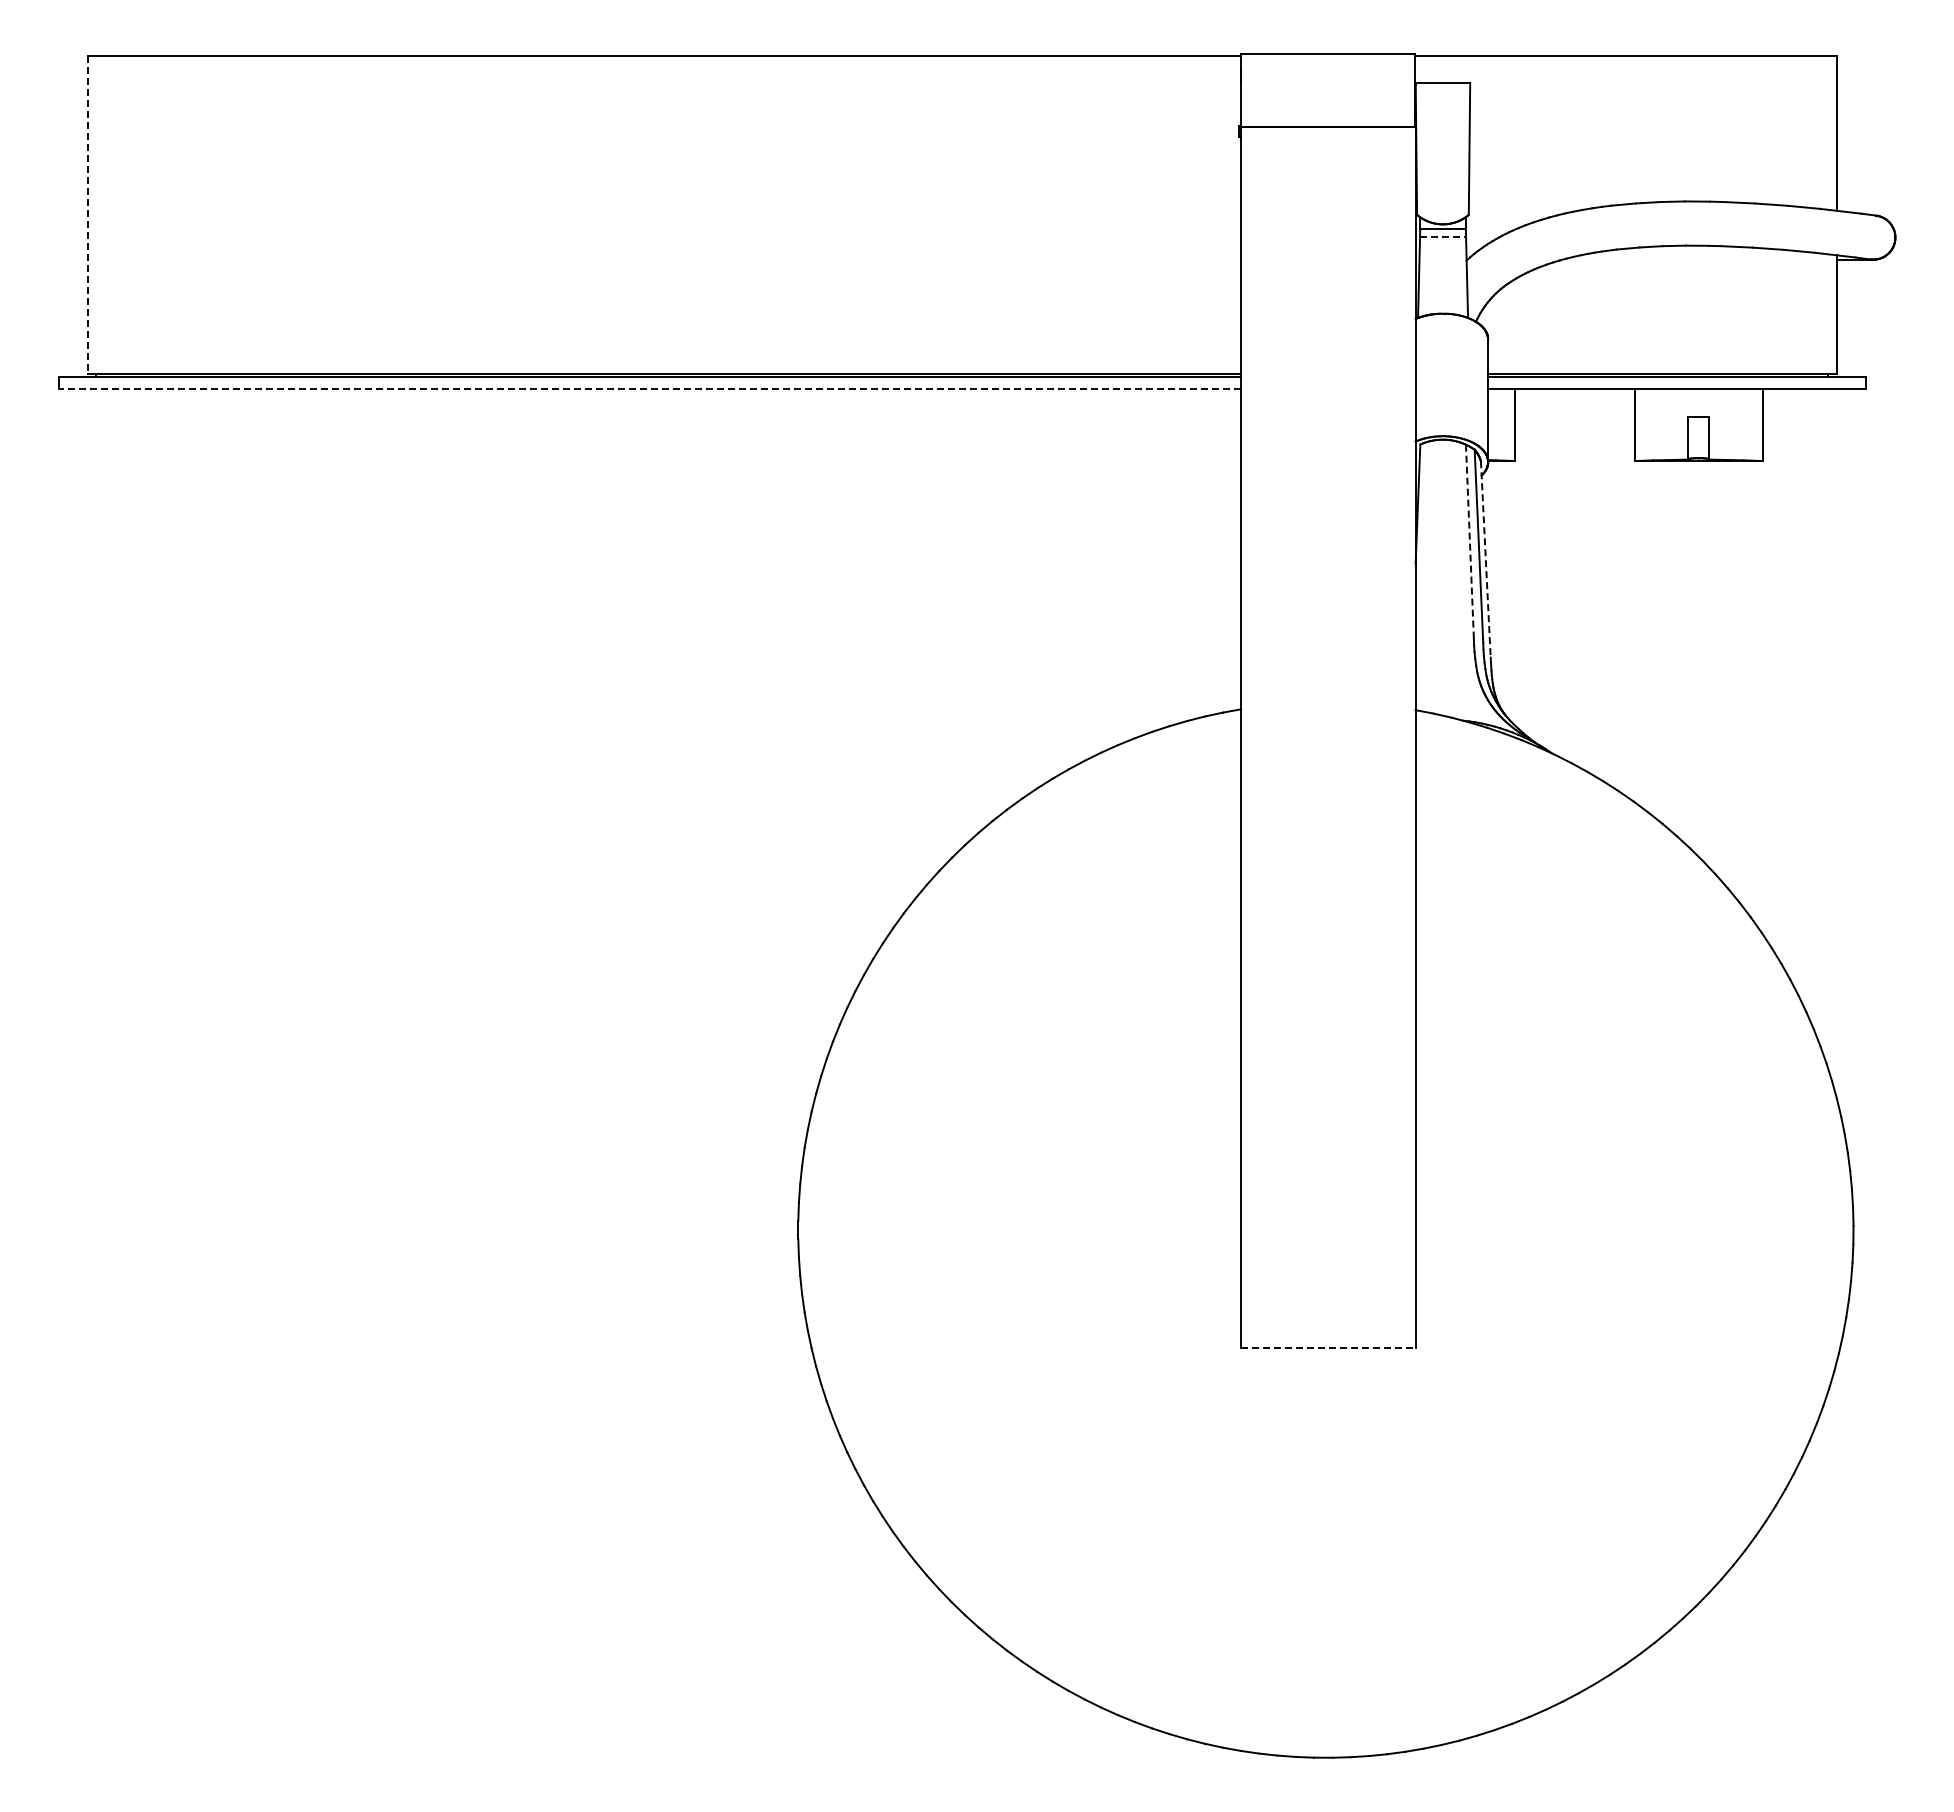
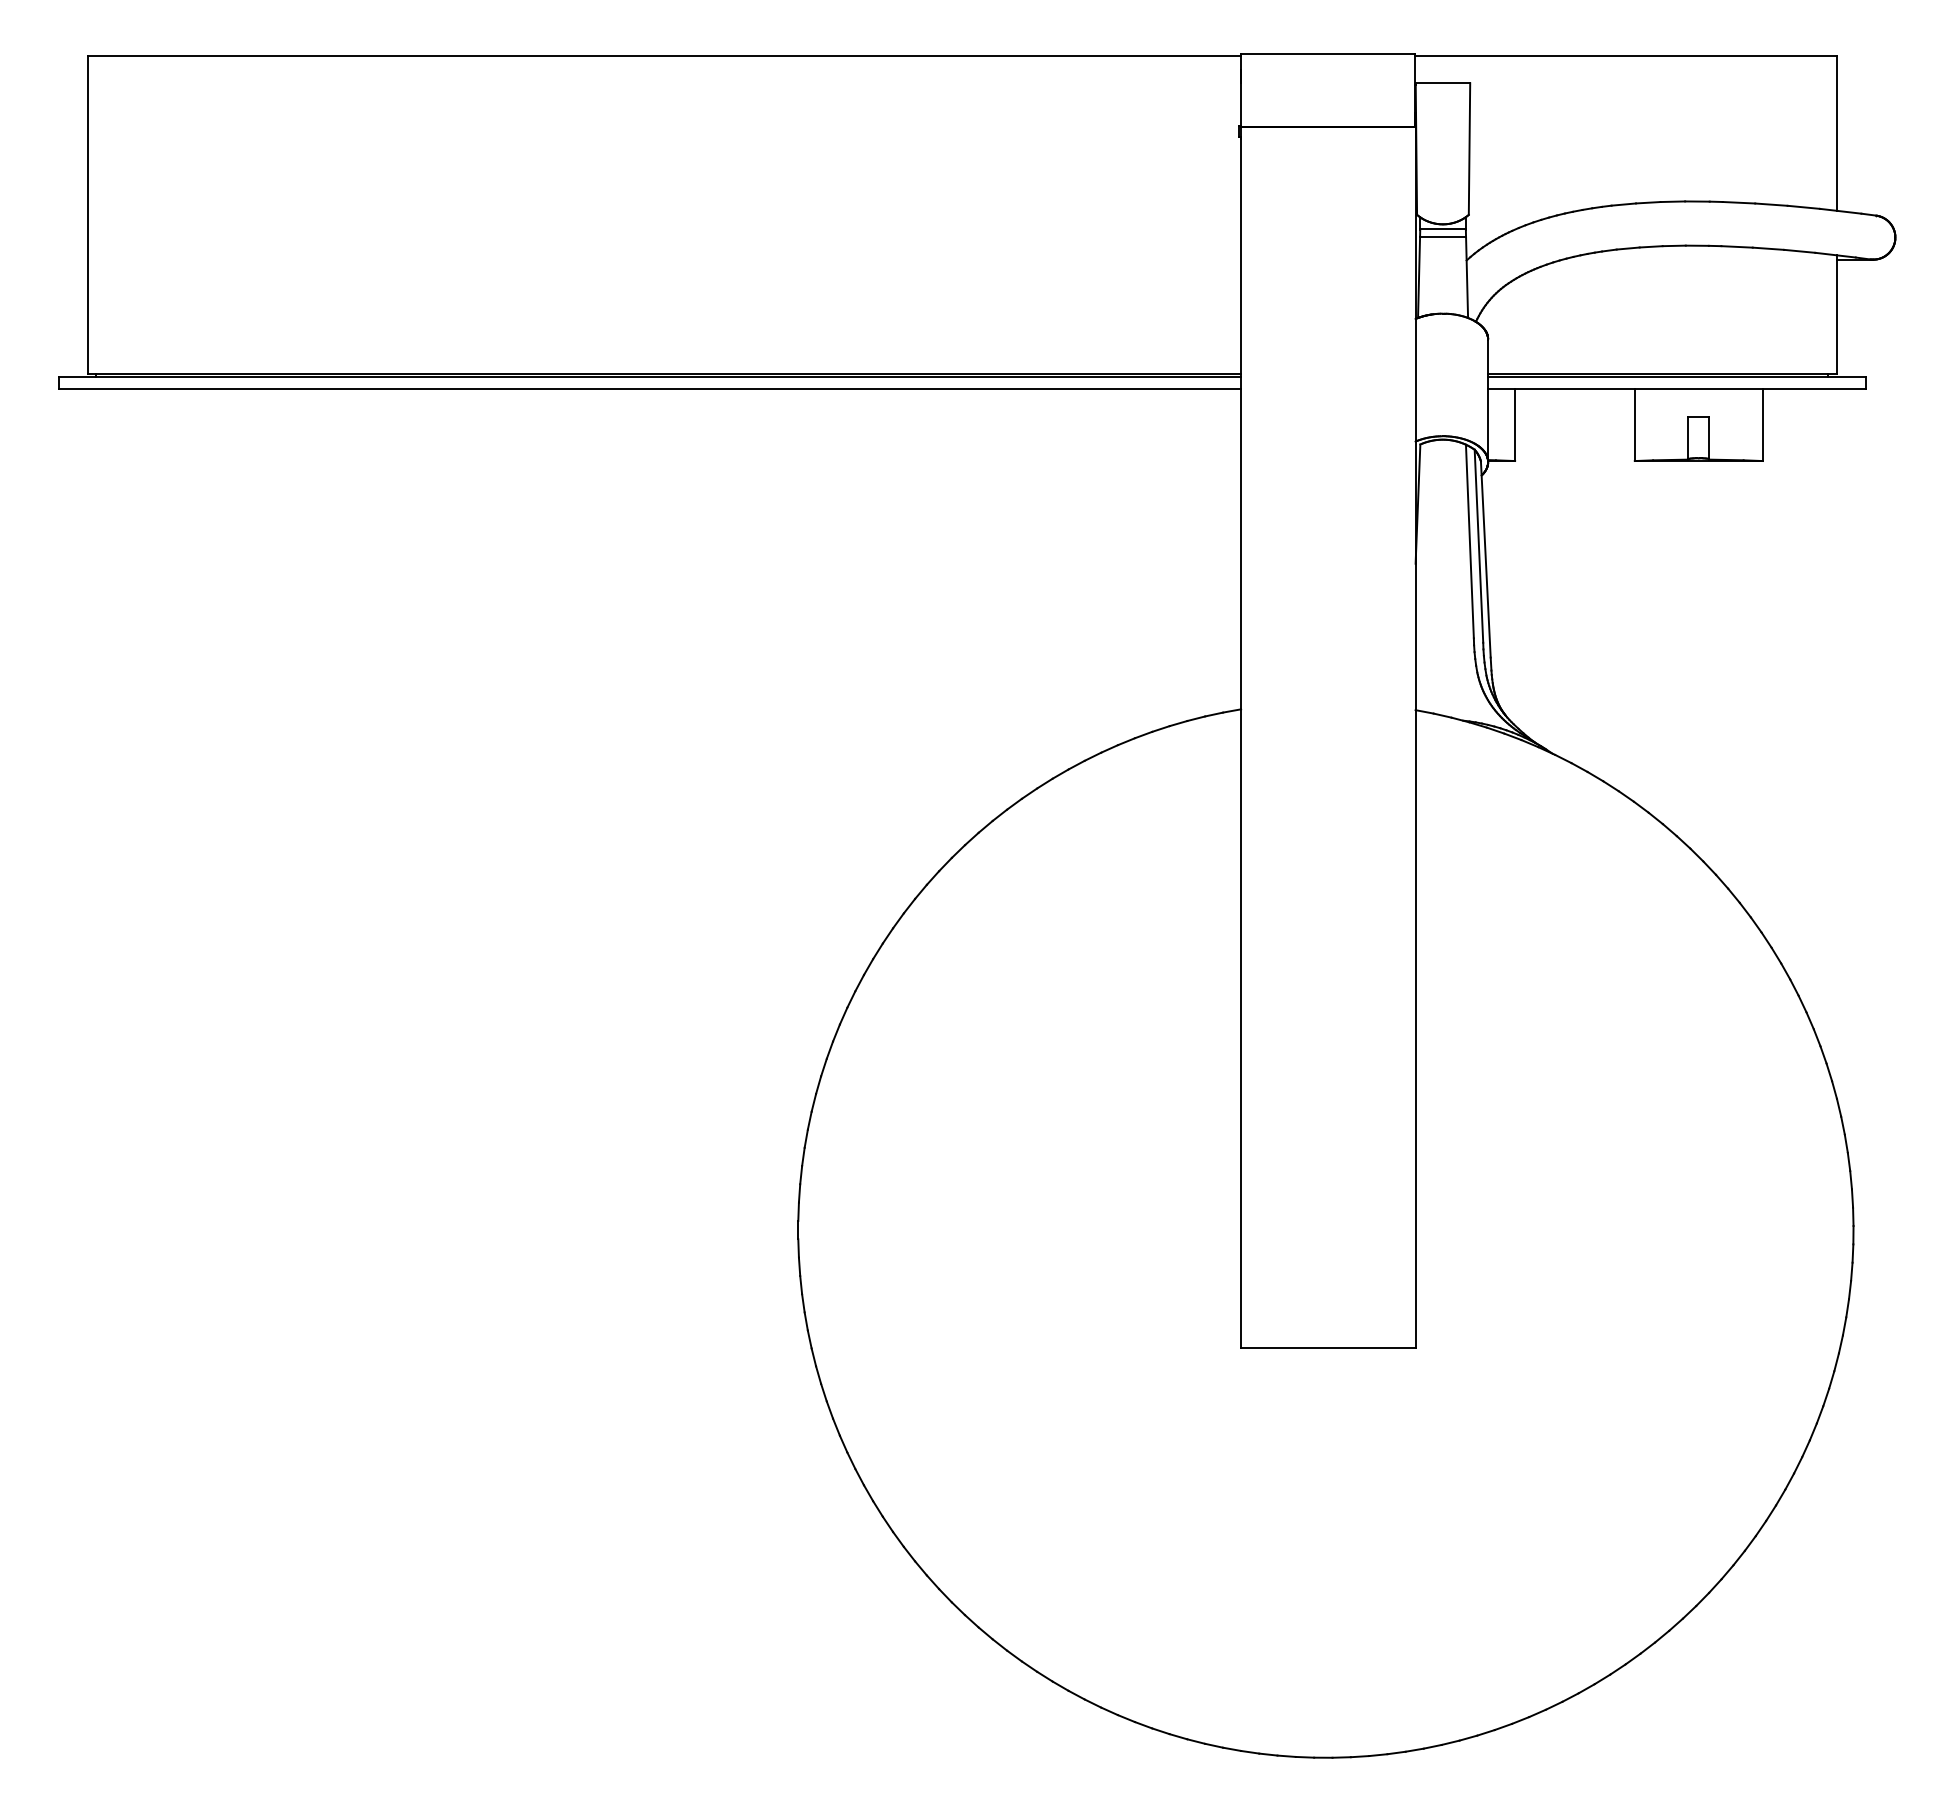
line at (87, 215): dashed -> solid
line at (1443, 236): dashed -> solid
line at (649, 388): dashed -> solid
line at (1469, 541): dashed -> solid
line at (1485, 559): dashed -> solid
line at (1328, 1348): dashed -> solid
